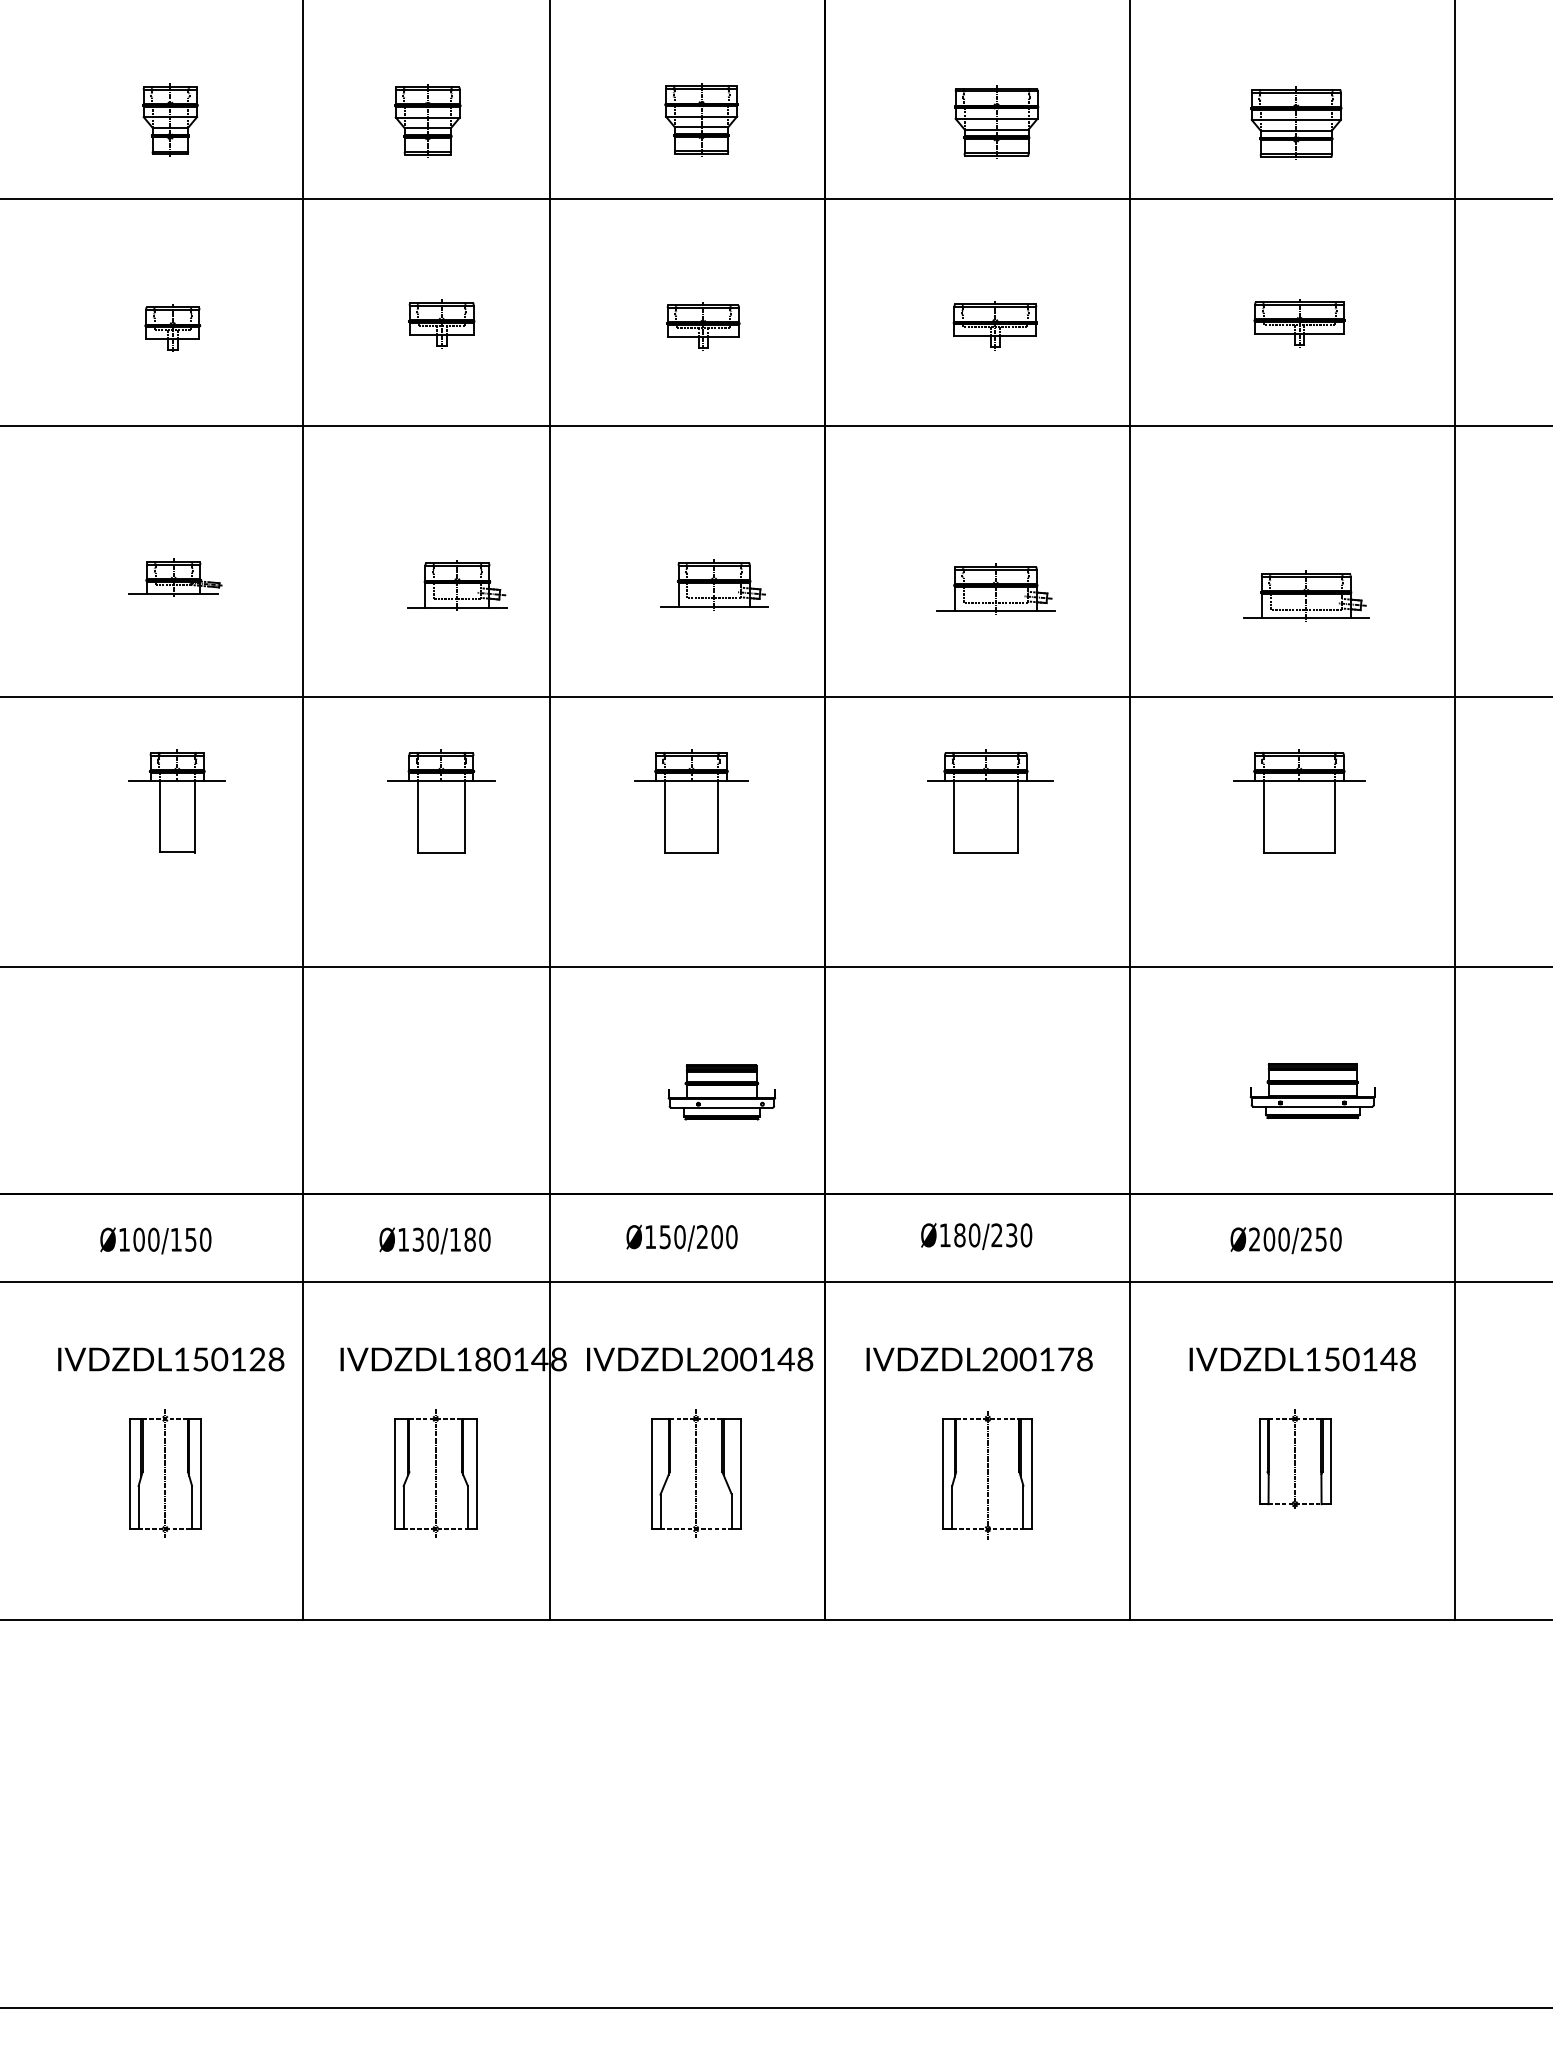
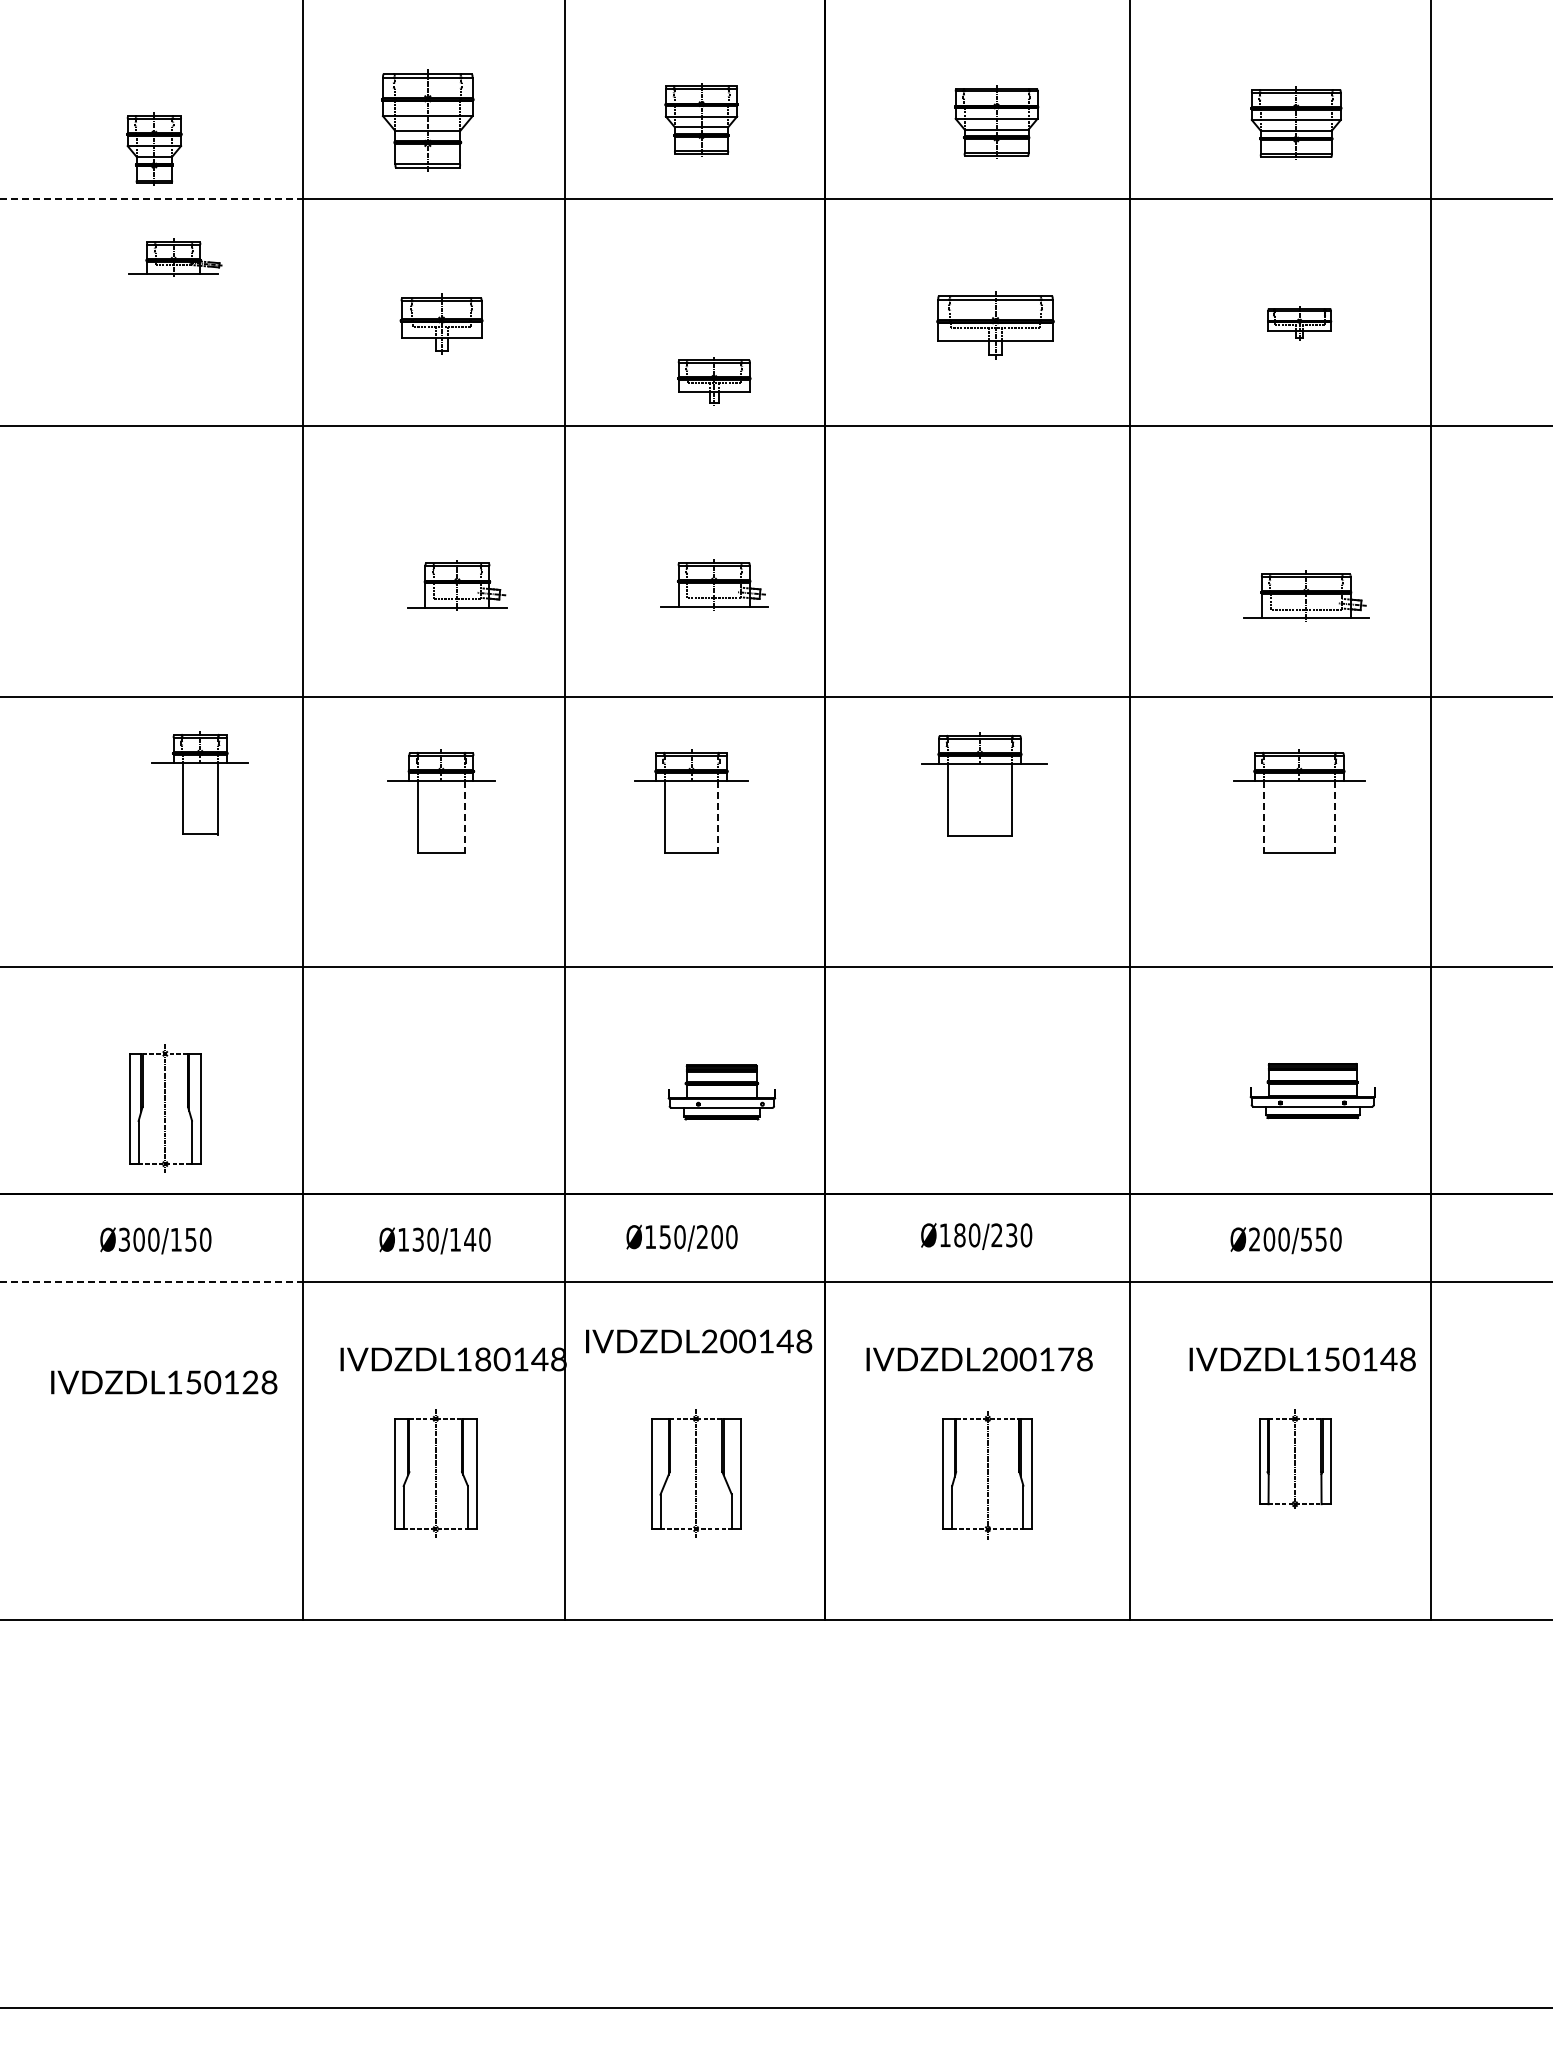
part at (170, 119) position: (170, 119) -> (154, 148)
part at (427, 120) size: 68x74 px -> 94x103 px
line at (151, 198): solid -> dashed
part at (441, 323) size: 68x50 px -> 85x62 px
part at (1299, 323) size: 93x49 px -> 66x35 px
part at (994, 325) size: 86x50 px -> 119x69 px
part at (703, 326) position: (703, 326) -> (714, 381)
part at (172, 327): present -> none
part at (175, 577) position: (175, 577) -> (175, 257)
part at (995, 588): present -> none
part at (176, 801) position: (176, 801) -> (199, 783)
part at (990, 801) position: (990, 801) -> (984, 784)
line at (550, 811) position: (550, 811) -> (565, 811)
line at (1455, 811) position: (1455, 811) -> (1431, 811)
line at (464, 816): solid -> dashed
line at (718, 816): solid -> dashed
line at (1263, 816): solid -> dashed
line at (1334, 816): solid -> dashed
text at (124, 1239): Ø100/150 -> Ø300/150
text at (470, 1239): Ø130/180 -> Ø130/140
text at (1306, 1239): Ø200/250 -> Ø200/550
line at (151, 1281): solid -> dashed
text at (171, 1359) position: (171, 1359) -> (164, 1382)
text at (700, 1359) position: (700, 1359) -> (699, 1341)
part at (165, 1473) position: (165, 1473) -> (165, 1108)
